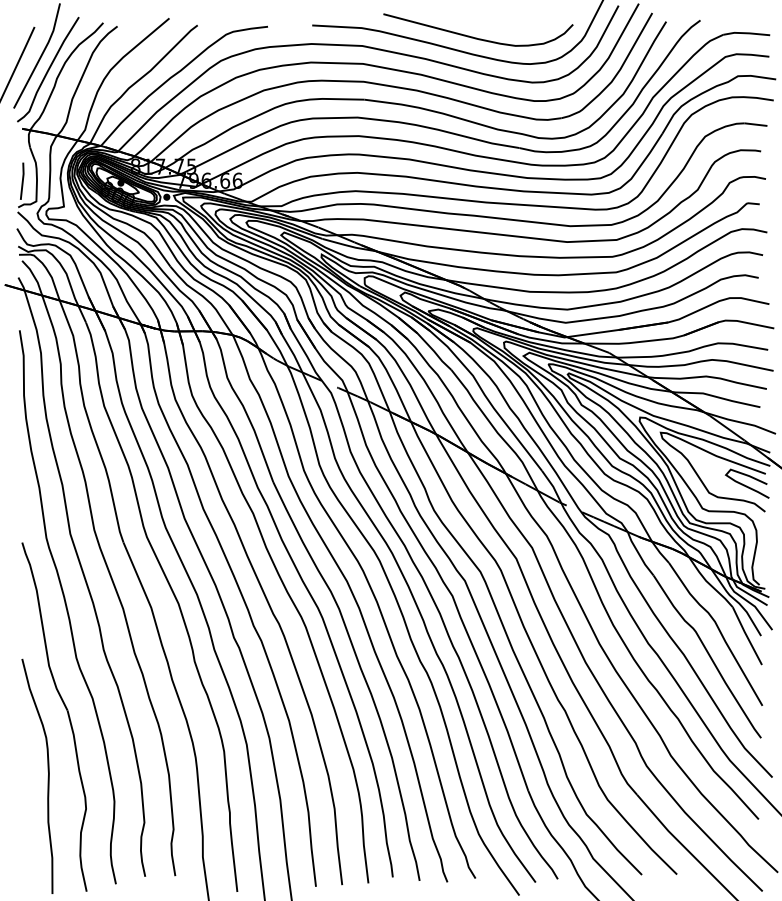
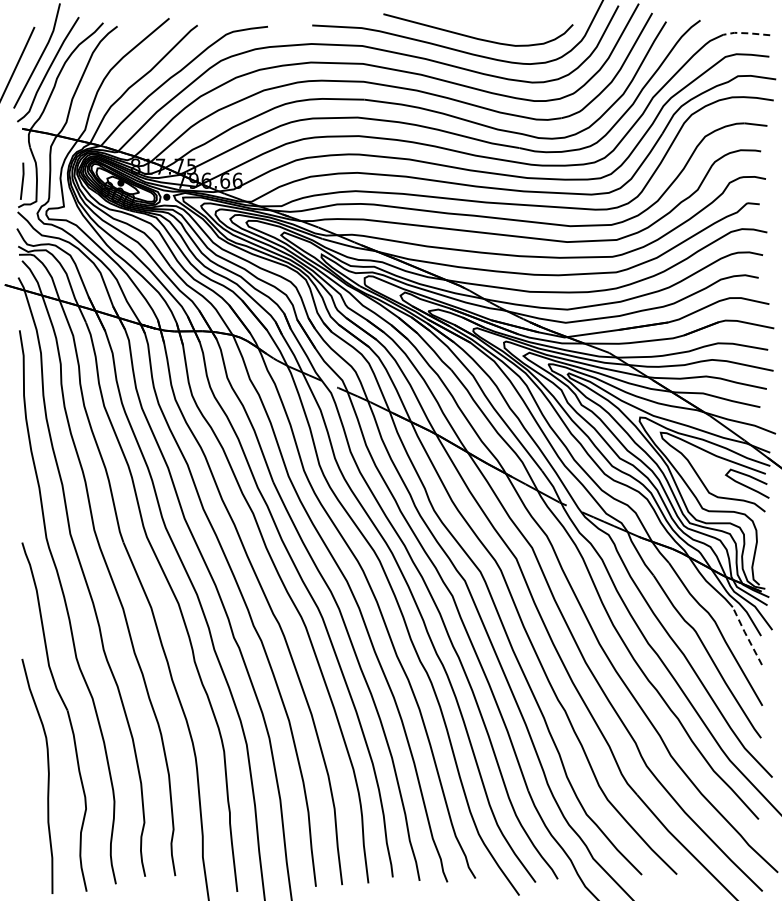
line at (745, 33): solid -> dashed
line at (746, 635): solid -> dashed
